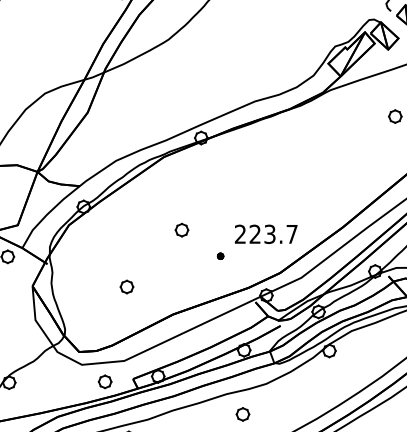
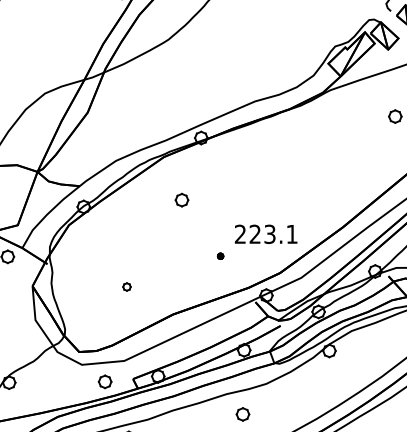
part at (181, 229) position: (181, 229) -> (181, 199)
text at (291, 234): 223.7 -> 223.1
part at (126, 286) size: 16x16 px -> 10x10 px
